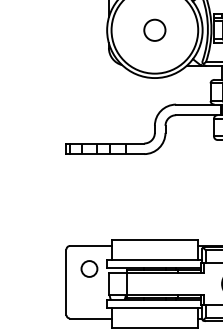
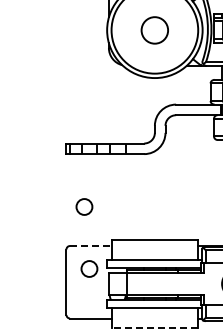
circle at (154, 29) size: 24x24 px -> 29x29 px
circle at (84, 206): none -> present
line at (90, 246): solid -> dashed
line at (154, 328): solid -> dashed
